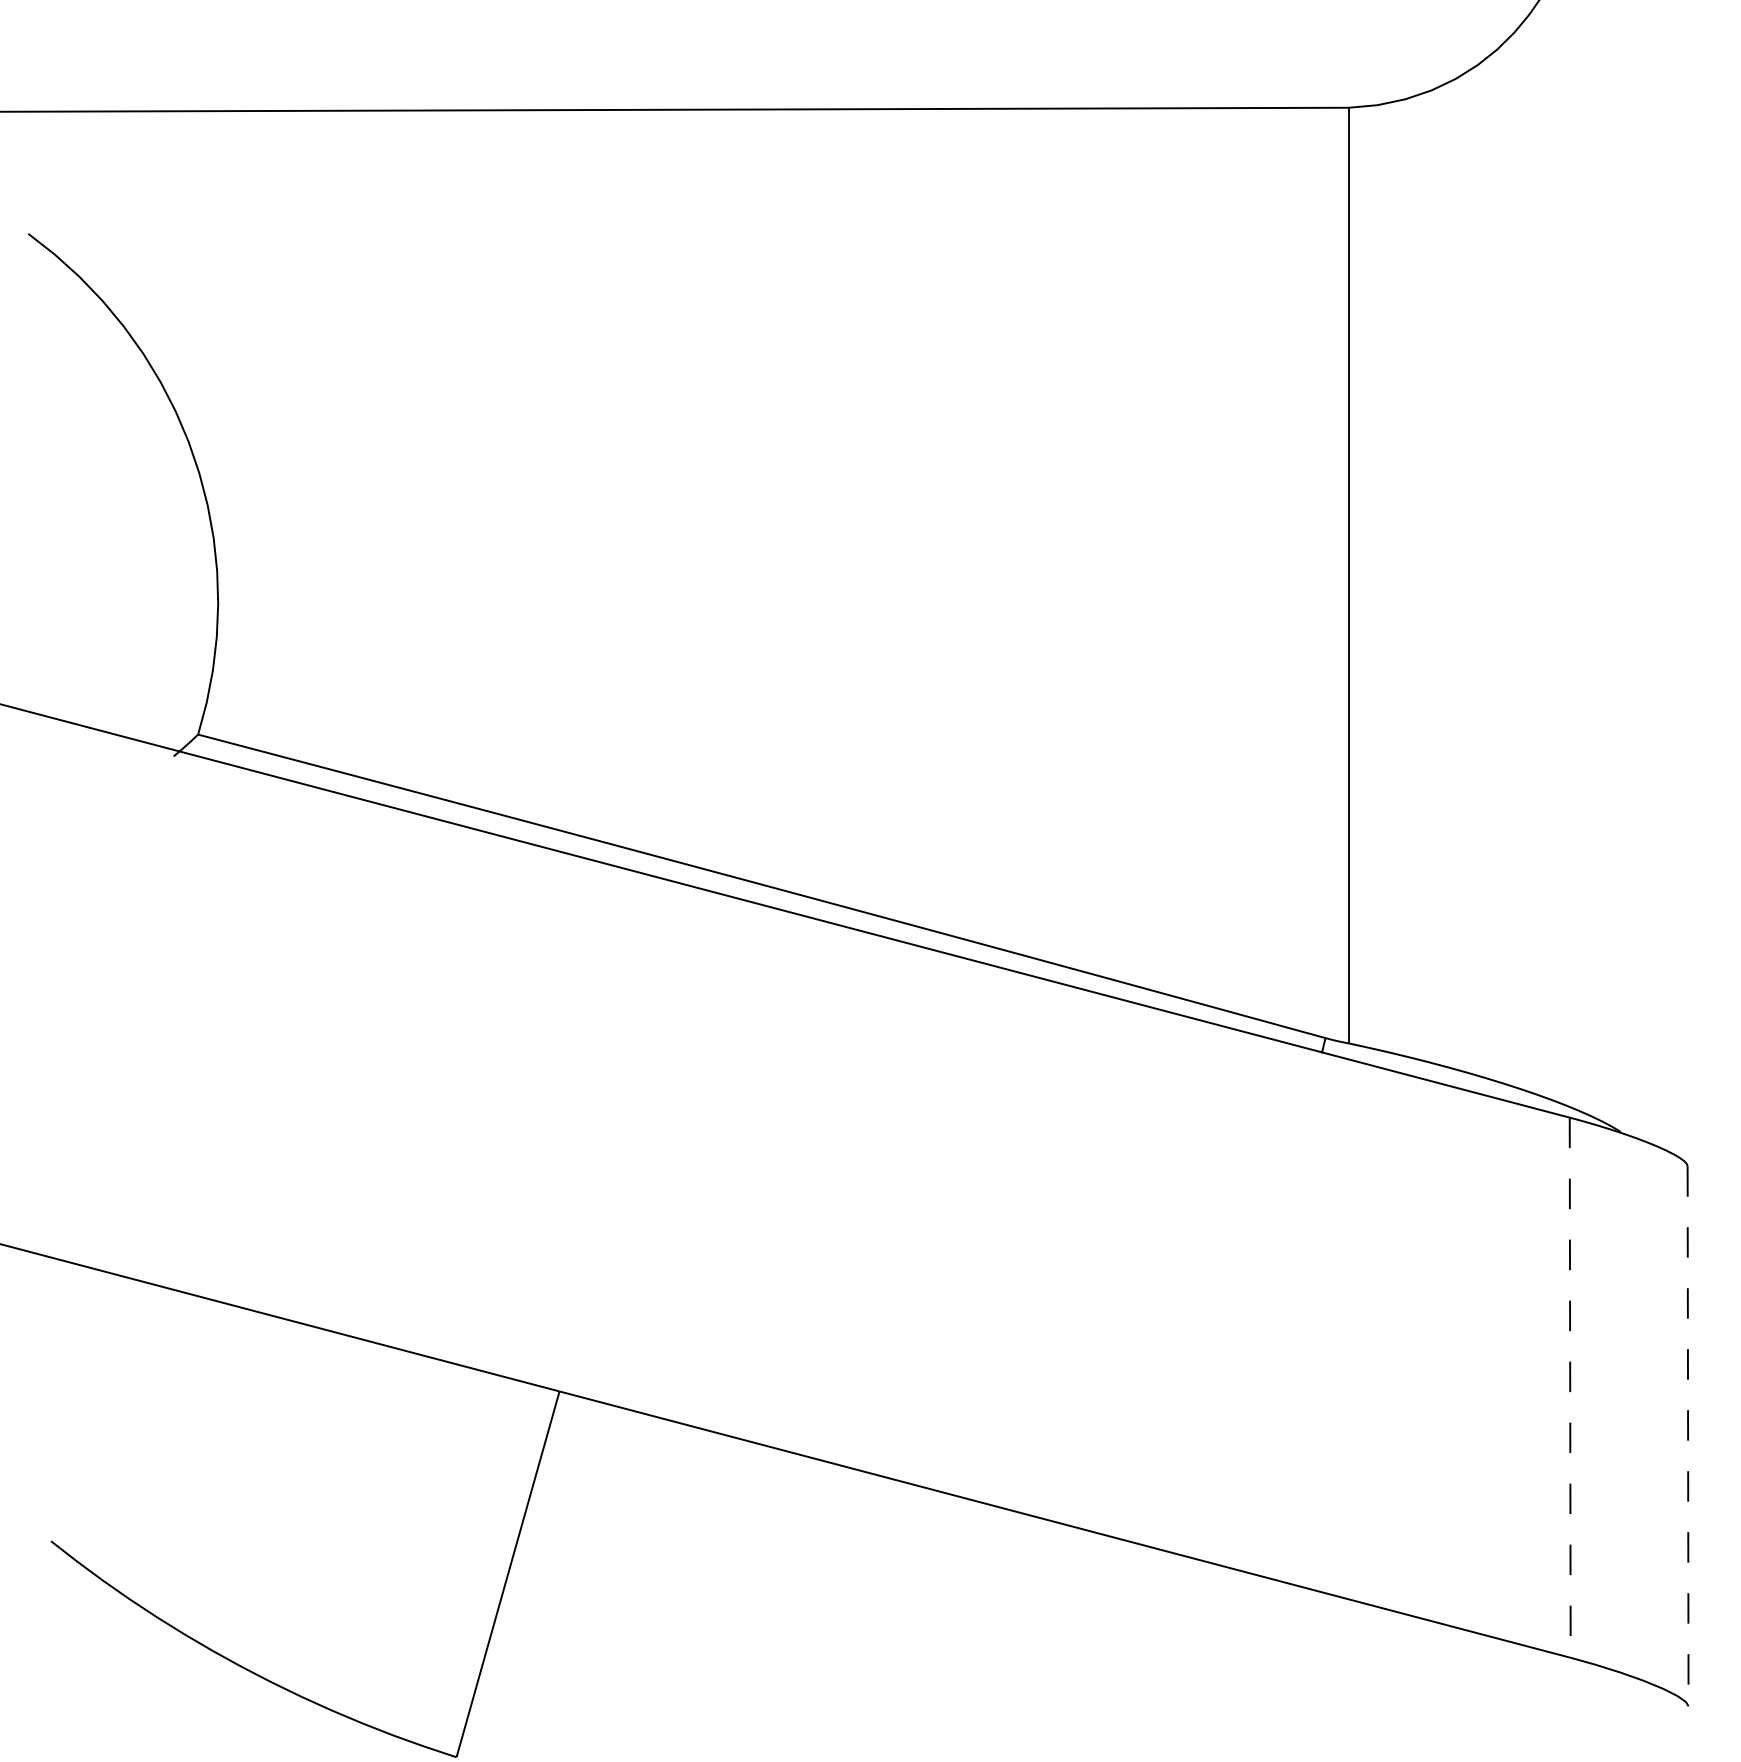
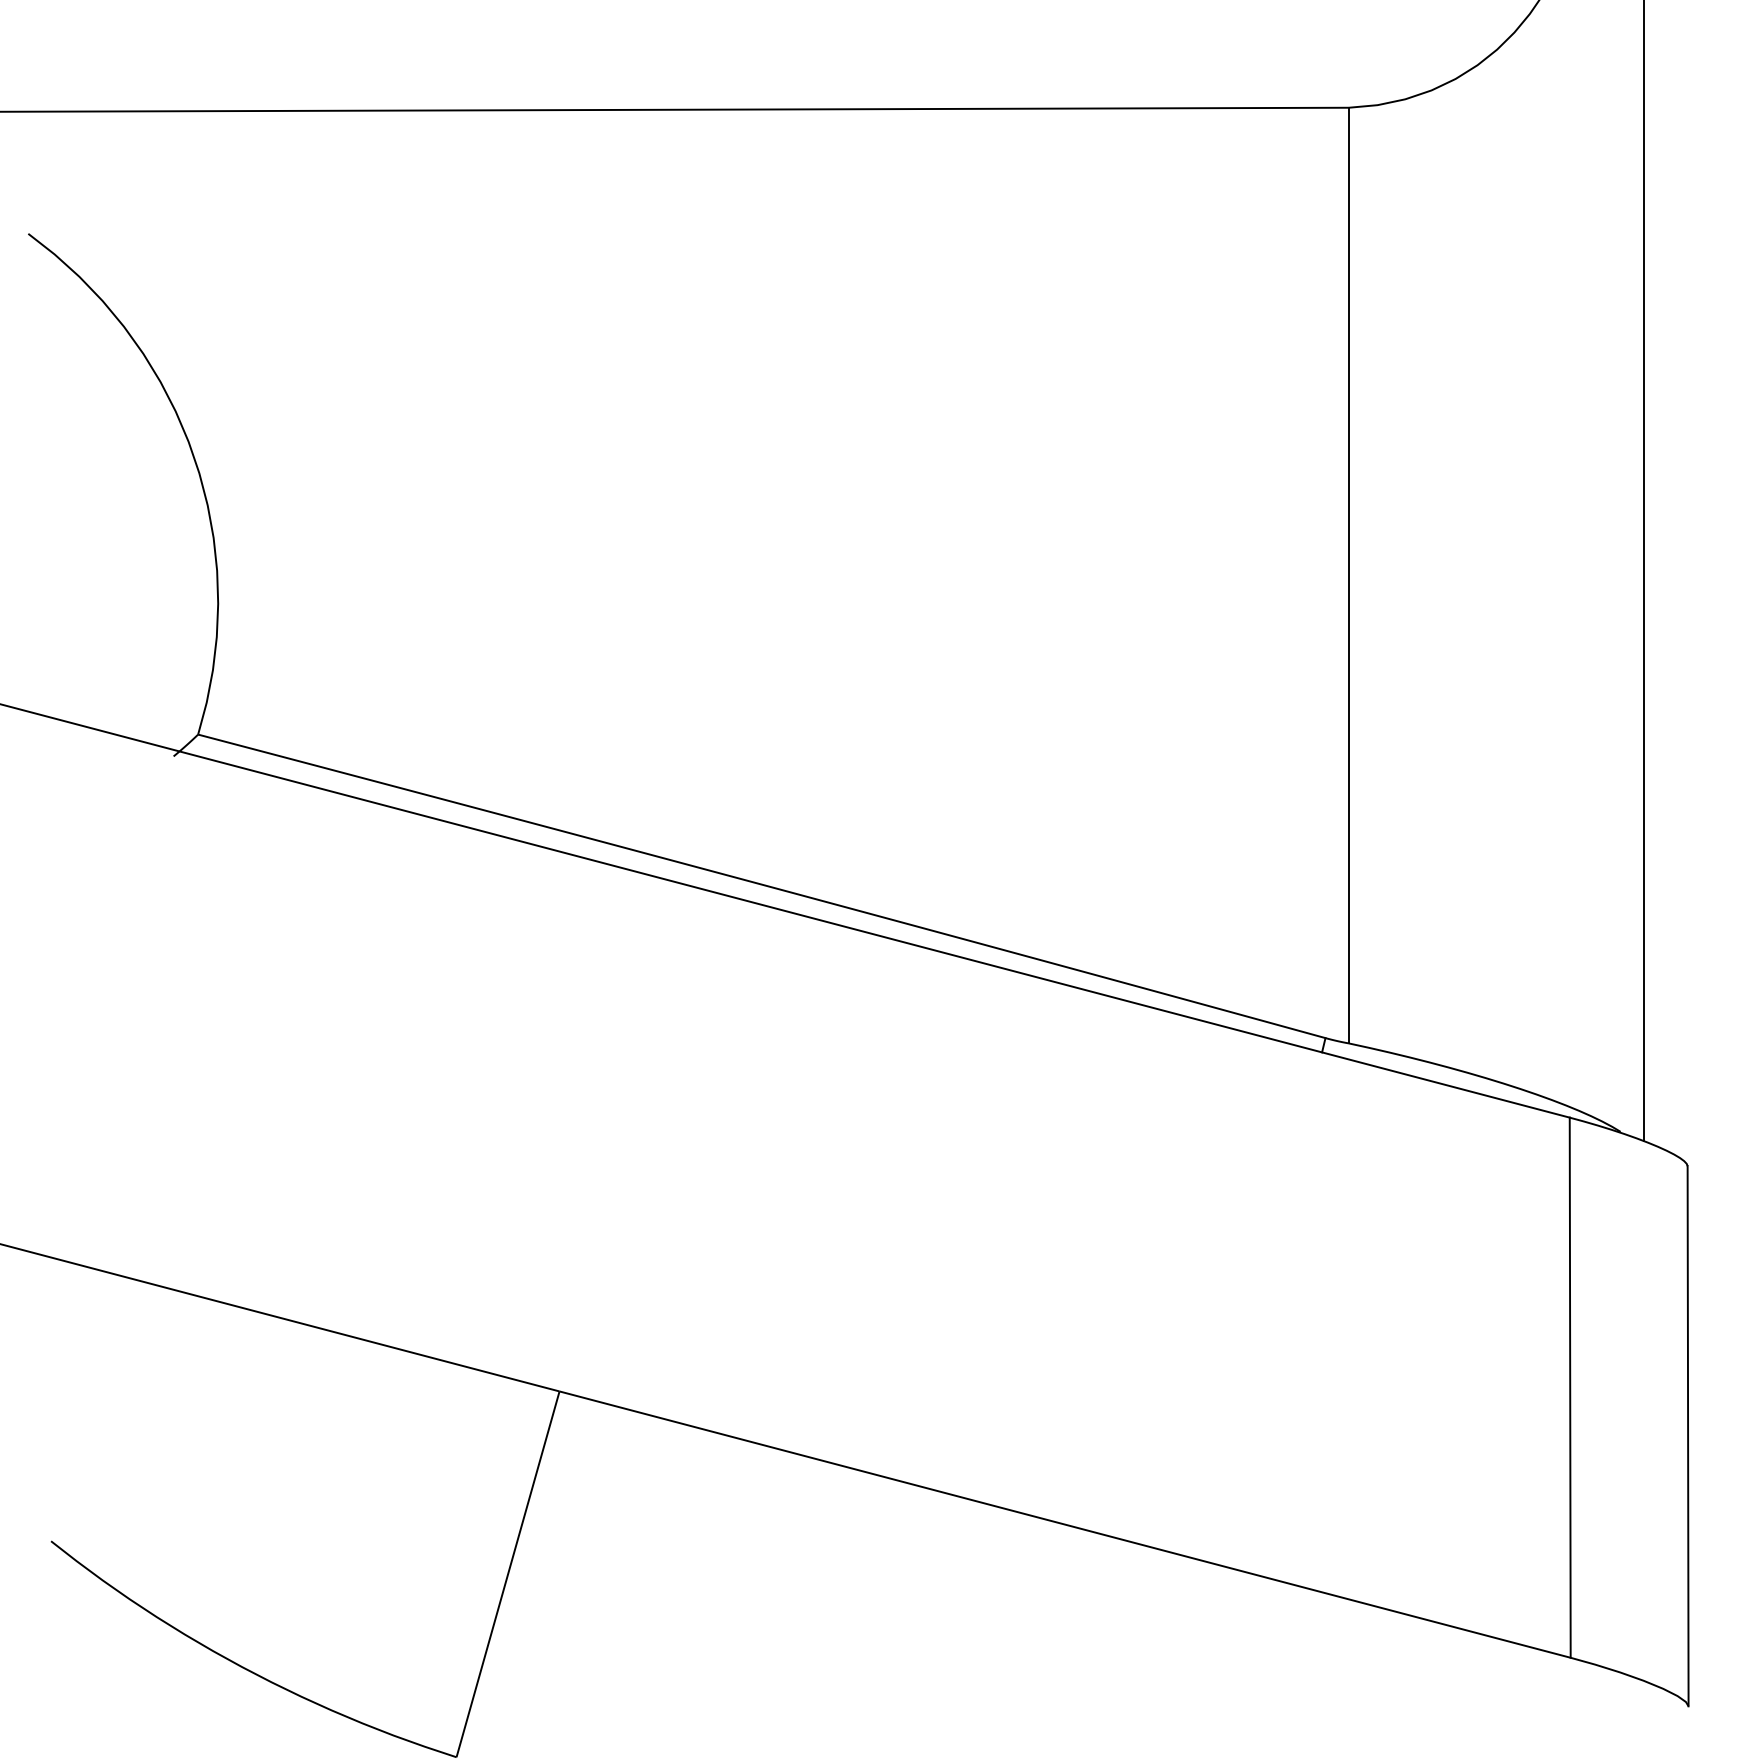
line at (1643, 571): none -> present
line at (1570, 1388): dashed -> solid
line at (1688, 1436): dashed -> solid
